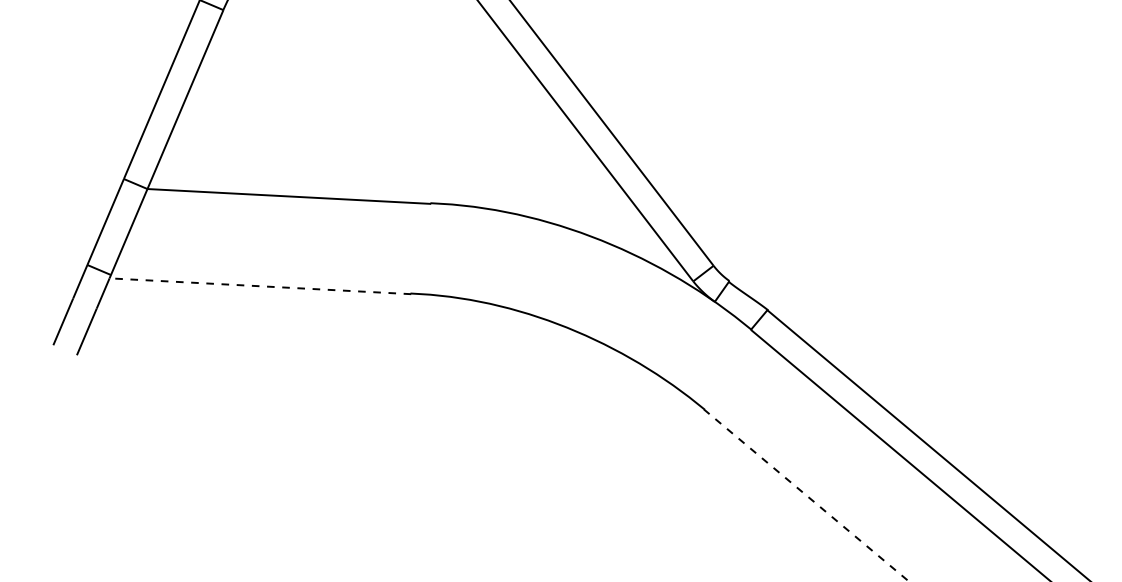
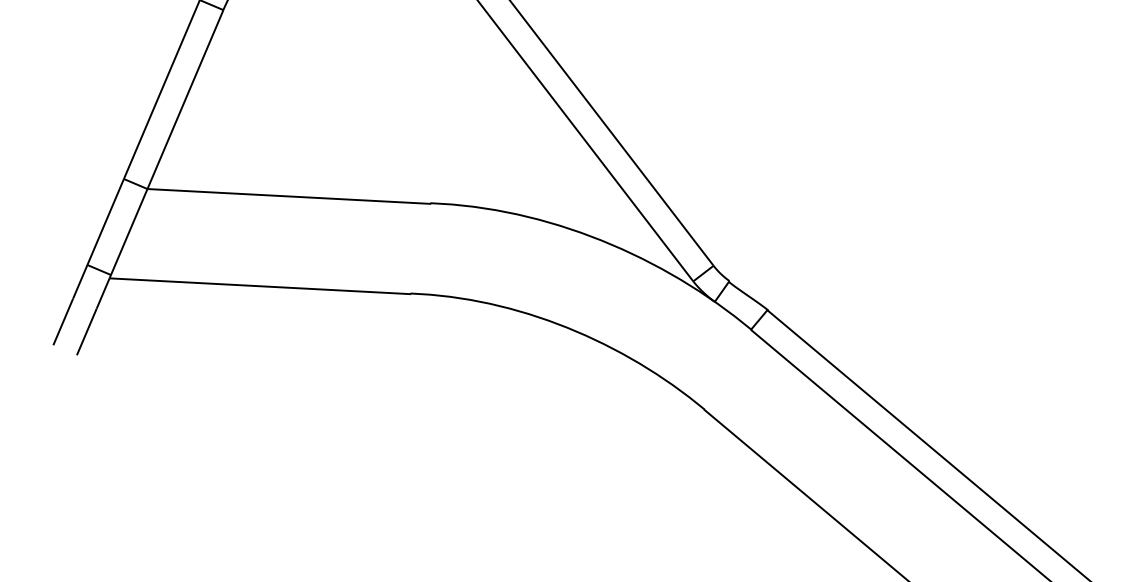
line at (259, 286): dashed -> solid
line at (806, 495): dashed -> solid
